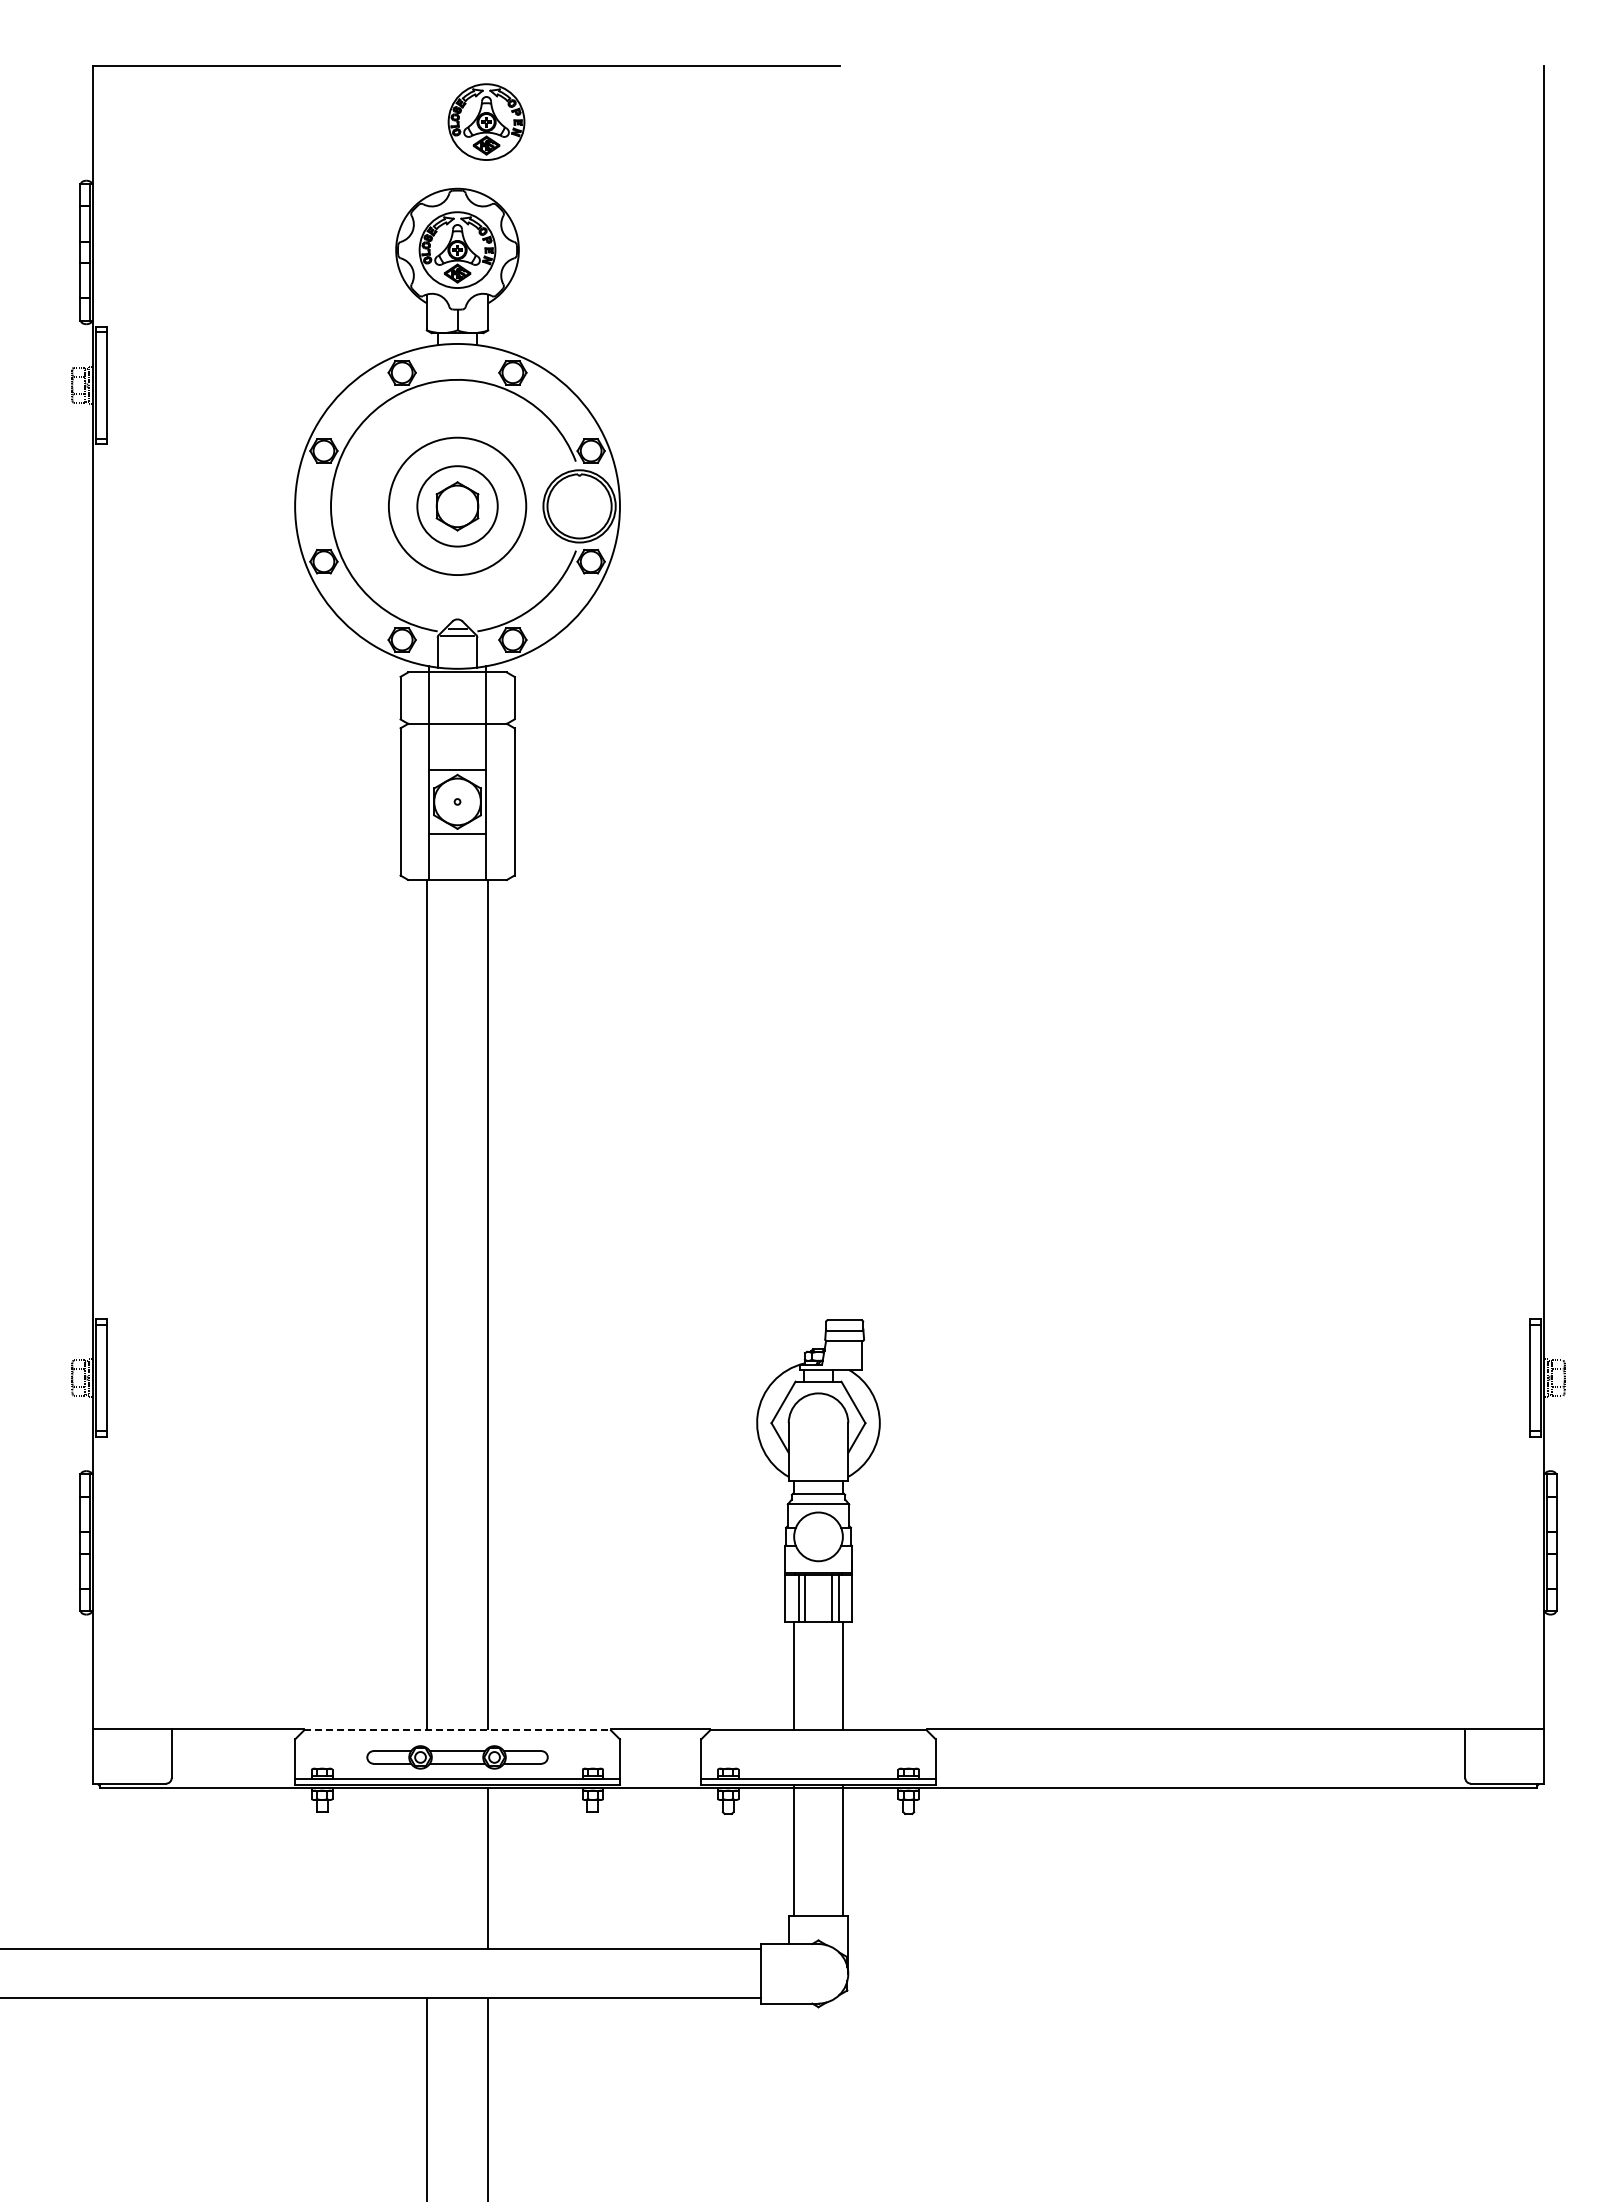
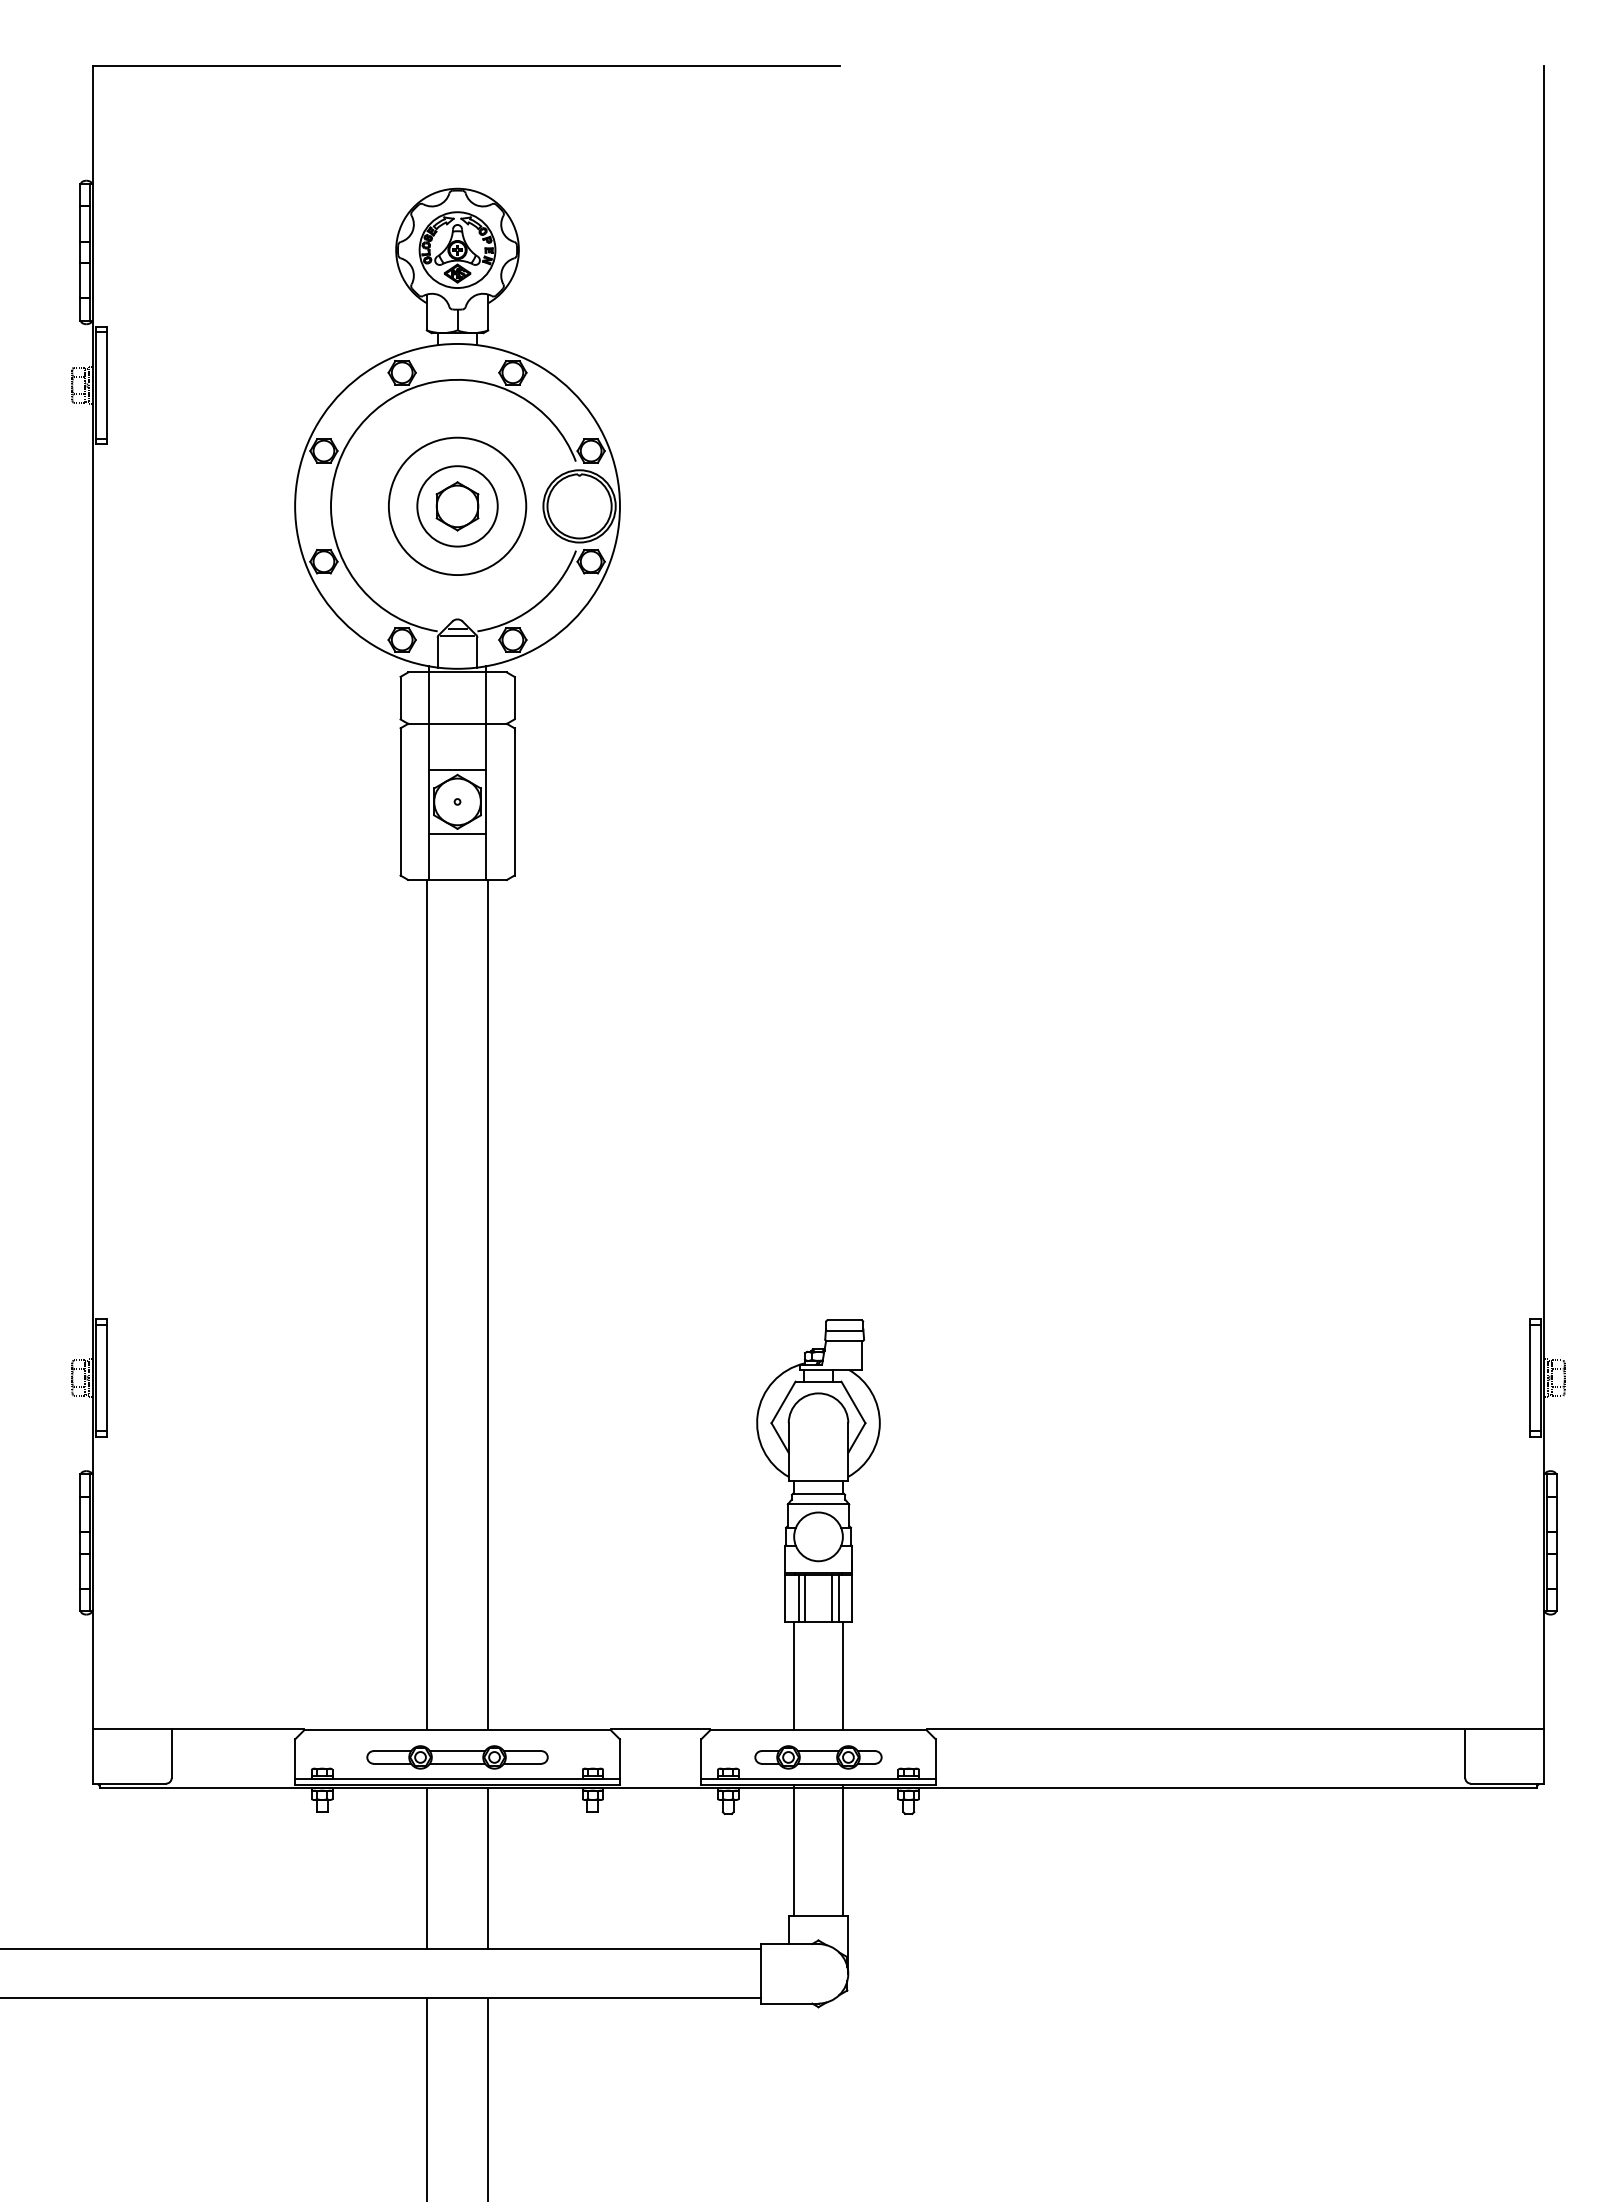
part at (486, 121): present -> none
line at (458, 1730): dashed -> solid
part at (818, 1757): none -> present
line at (426, 1868): none -> present
